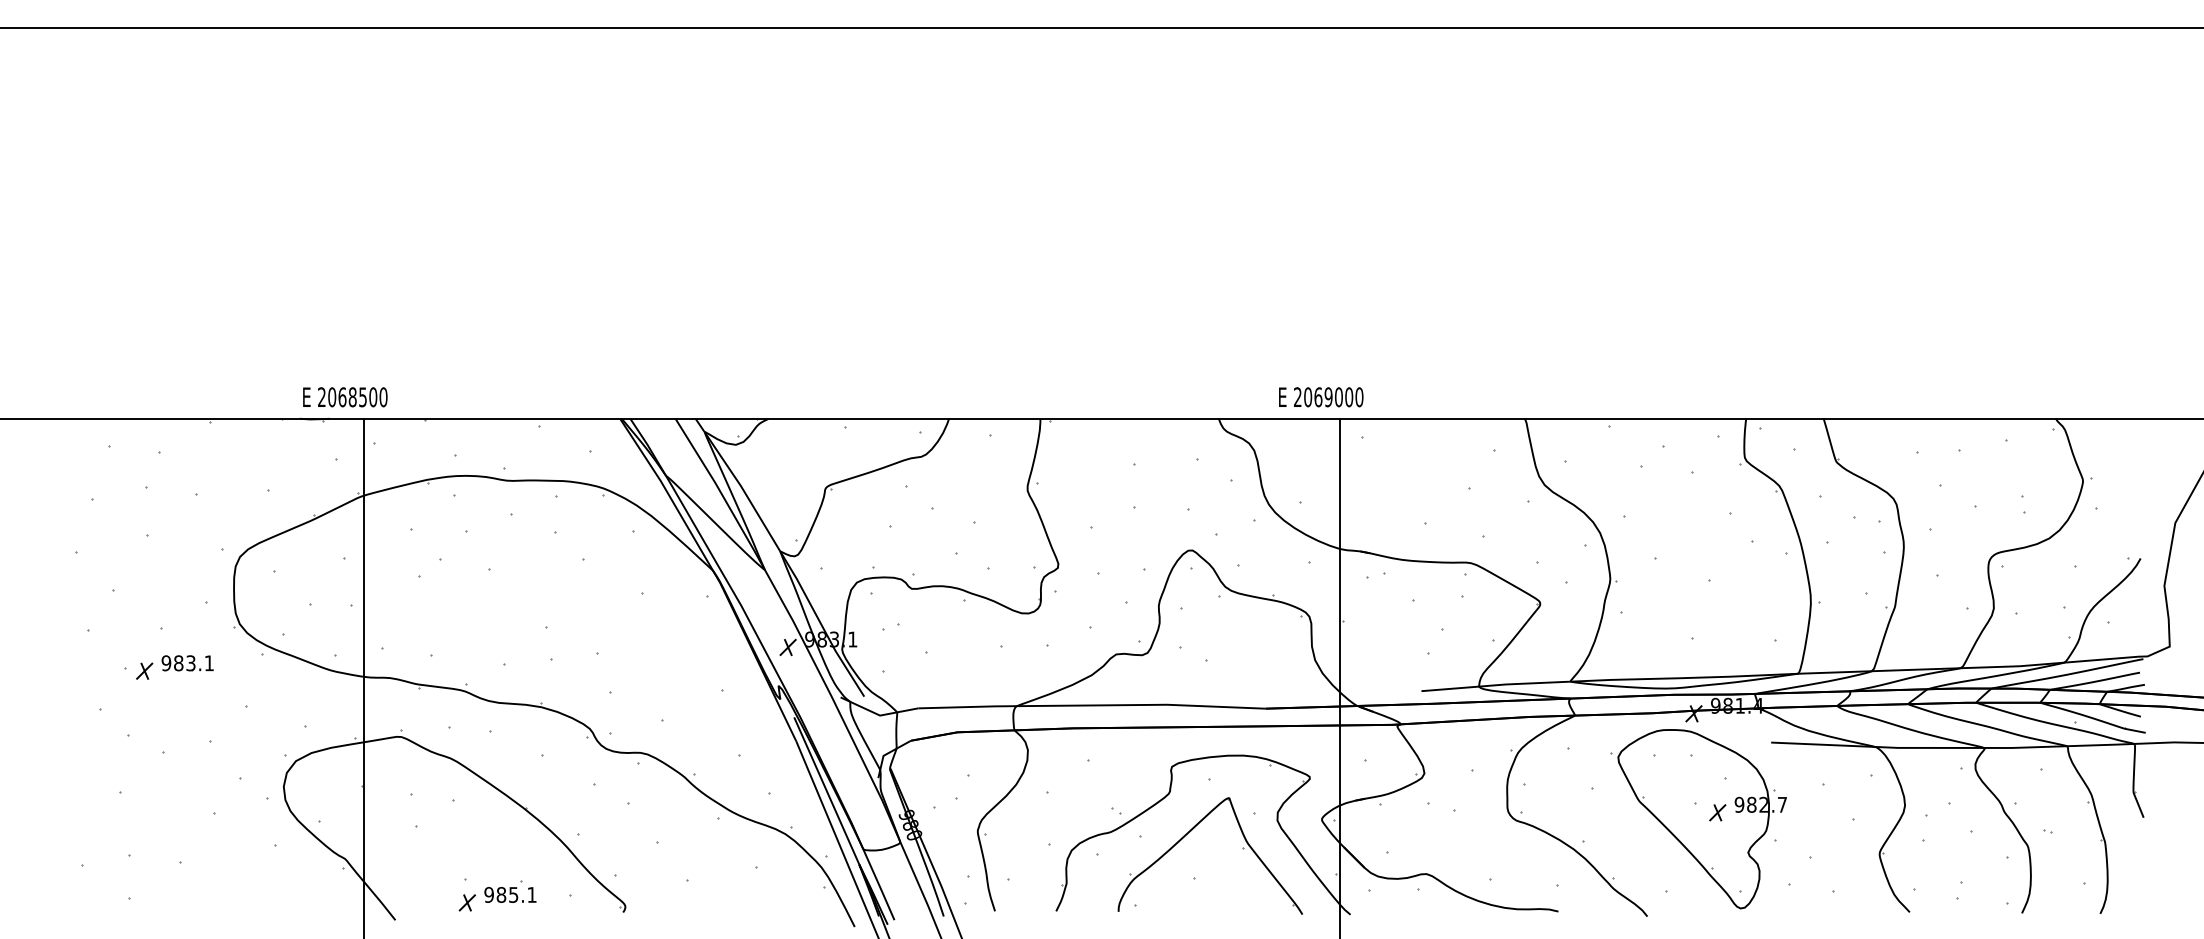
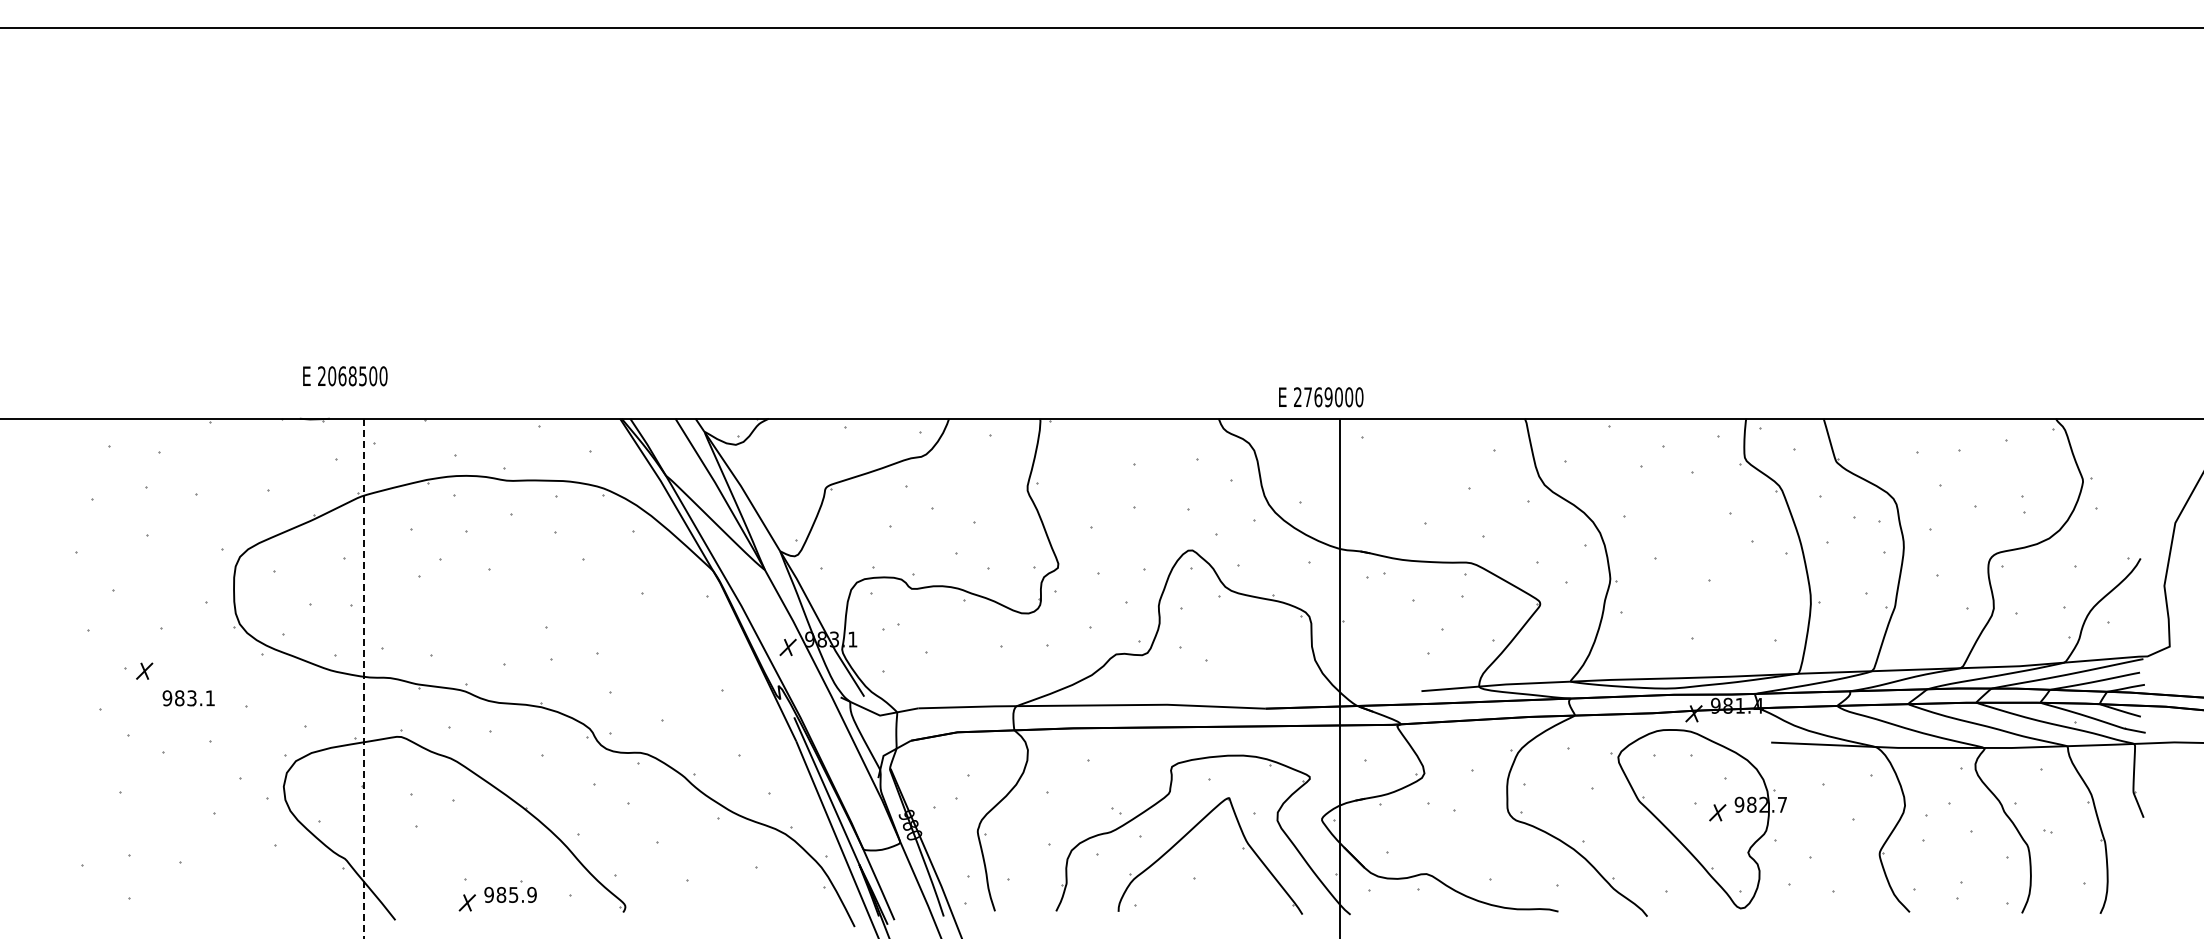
text at (345, 397) position: (345, 397) -> (345, 376)
text at (1308, 397): 2069000 -> 2769000
part at (187, 663) position: (187, 663) -> (188, 698)
line at (363, 678): solid -> dashed
text at (531, 894): 985.1 -> 985.9
